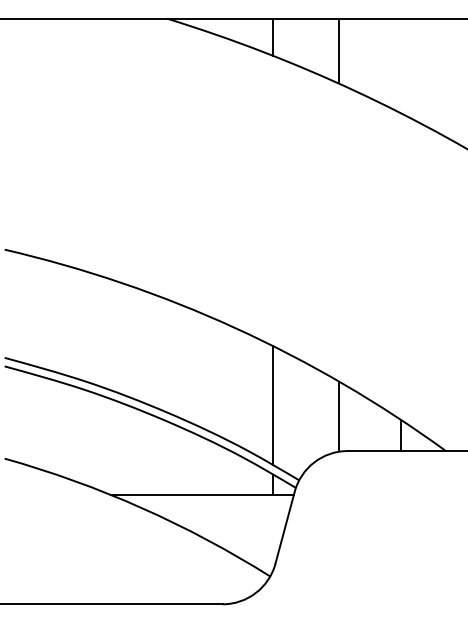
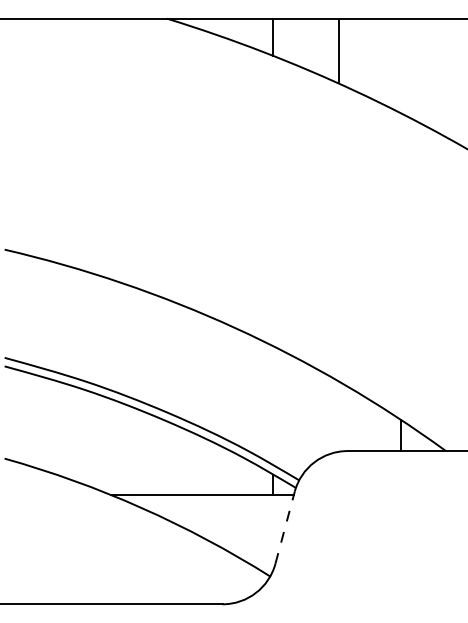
line at (272, 405): present -> none
line at (338, 416): present -> none
line at (285, 527): solid -> dashed
